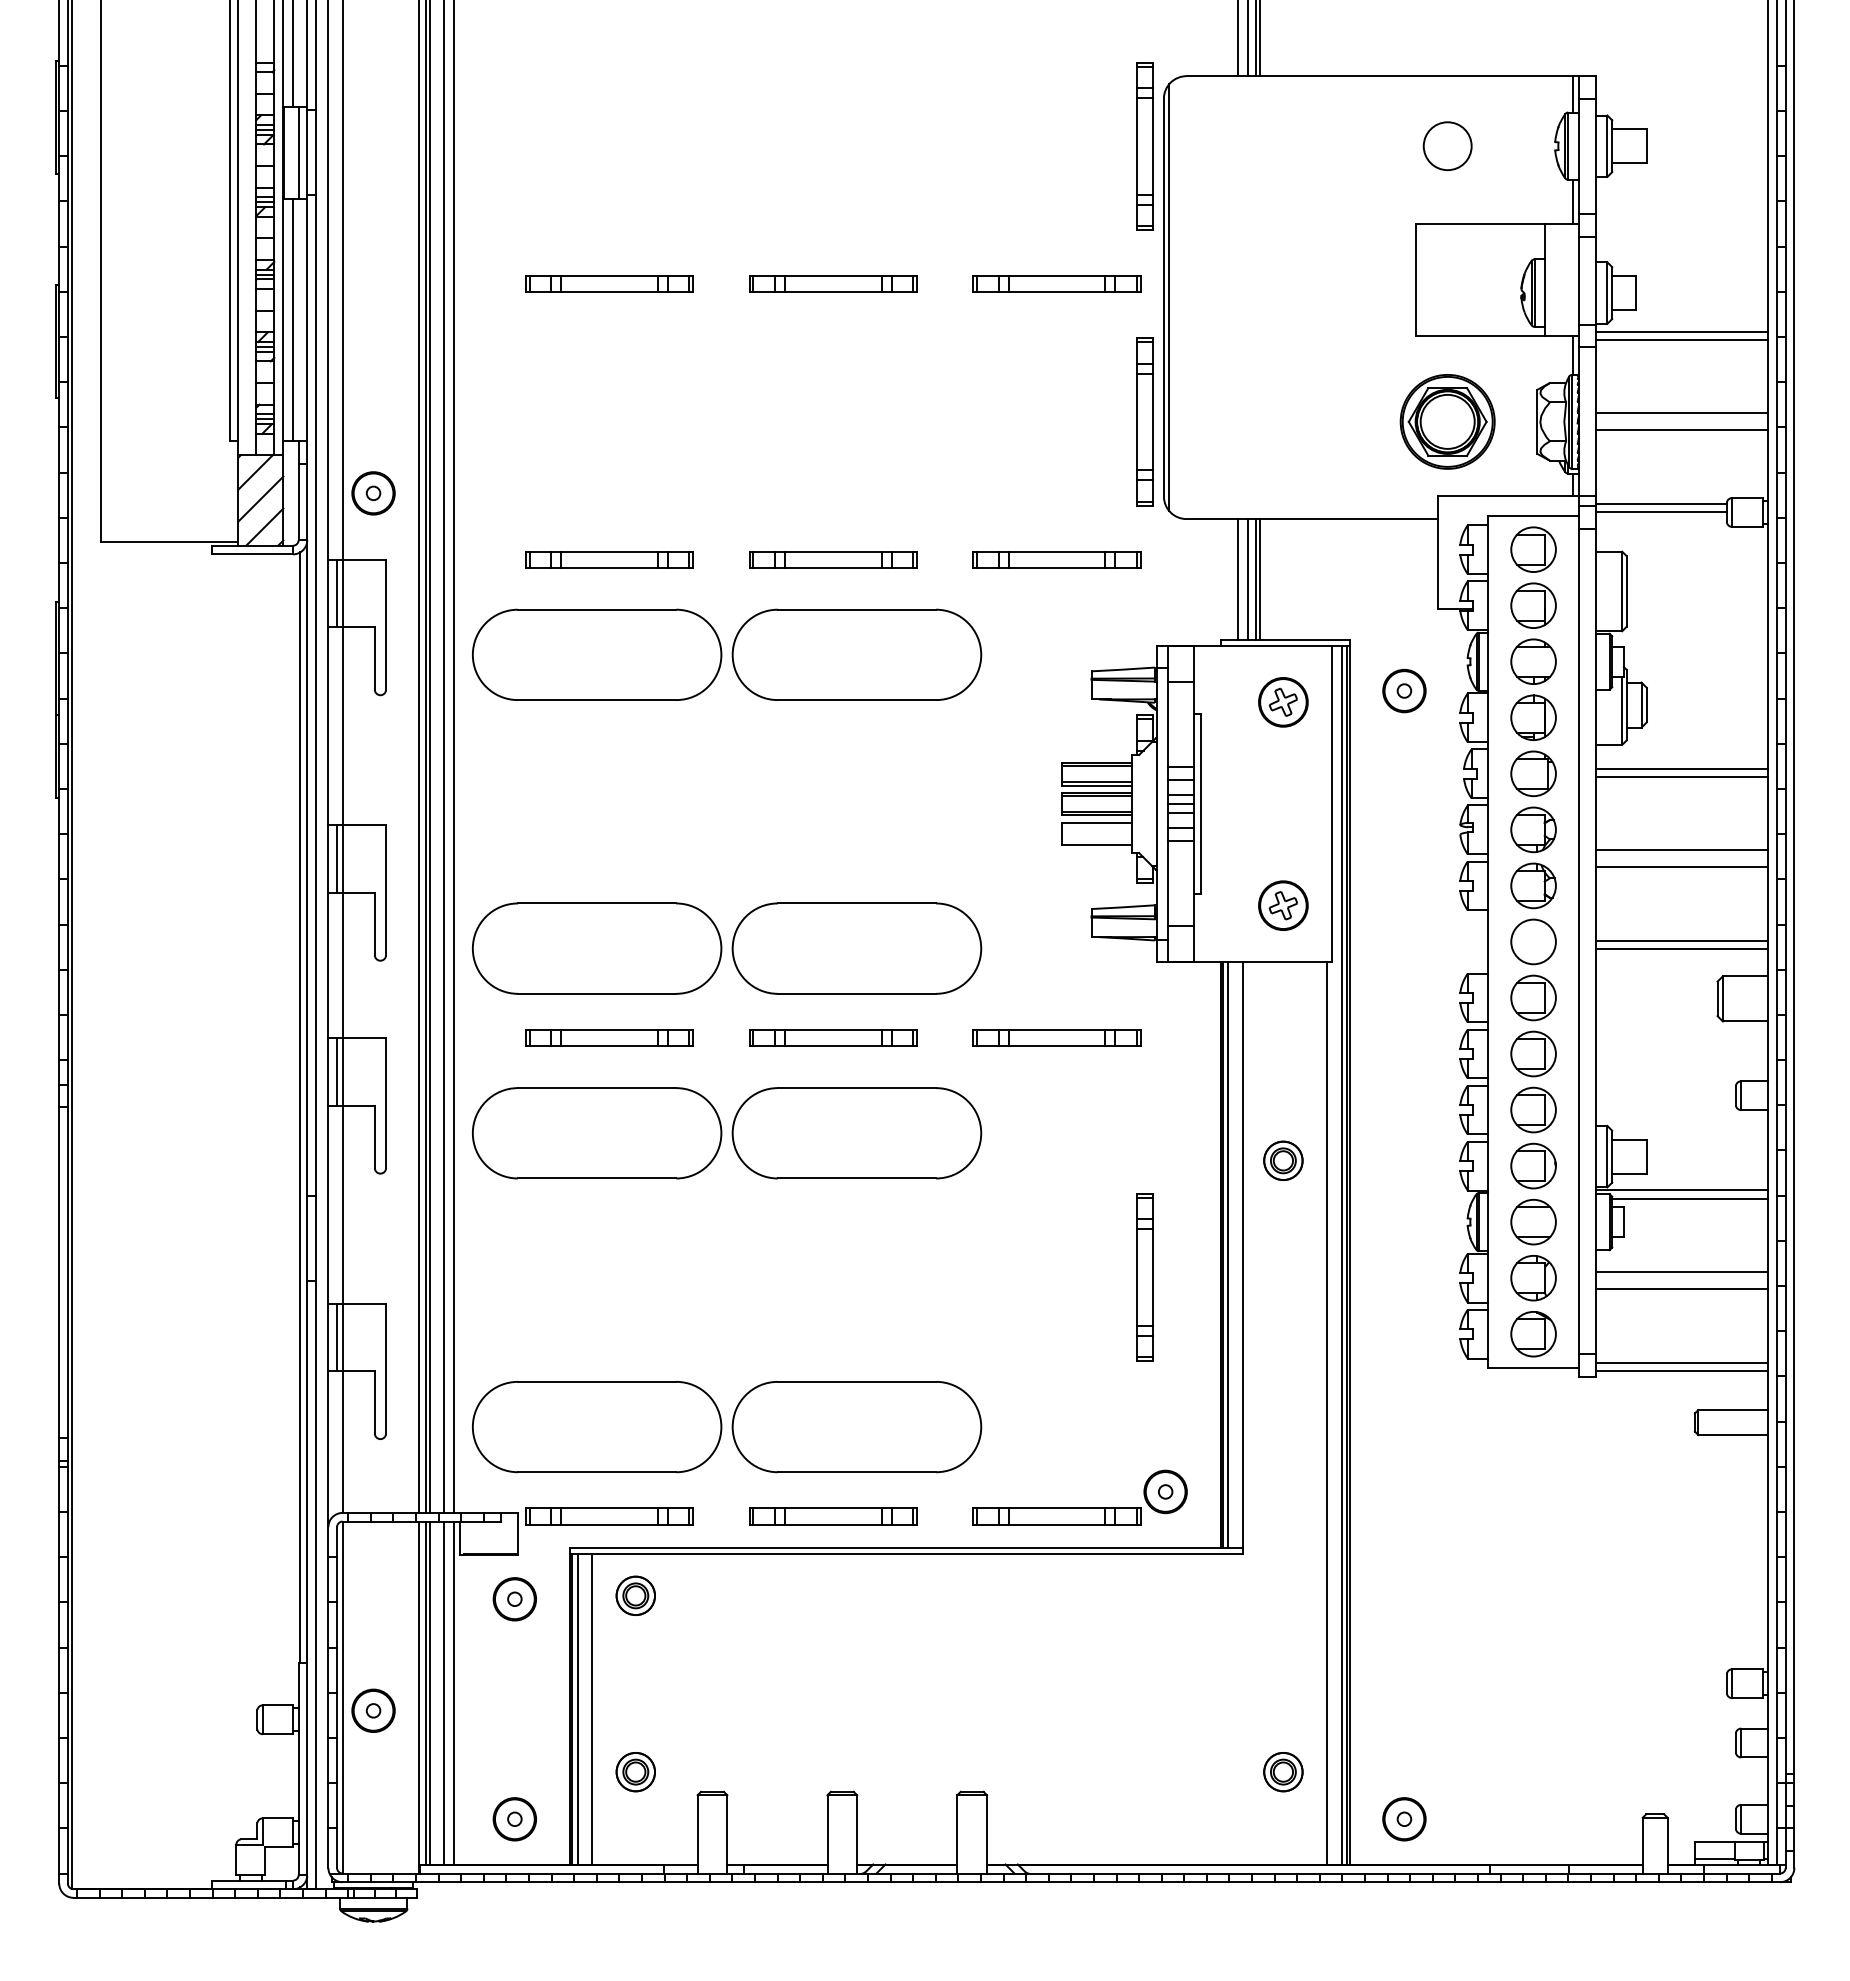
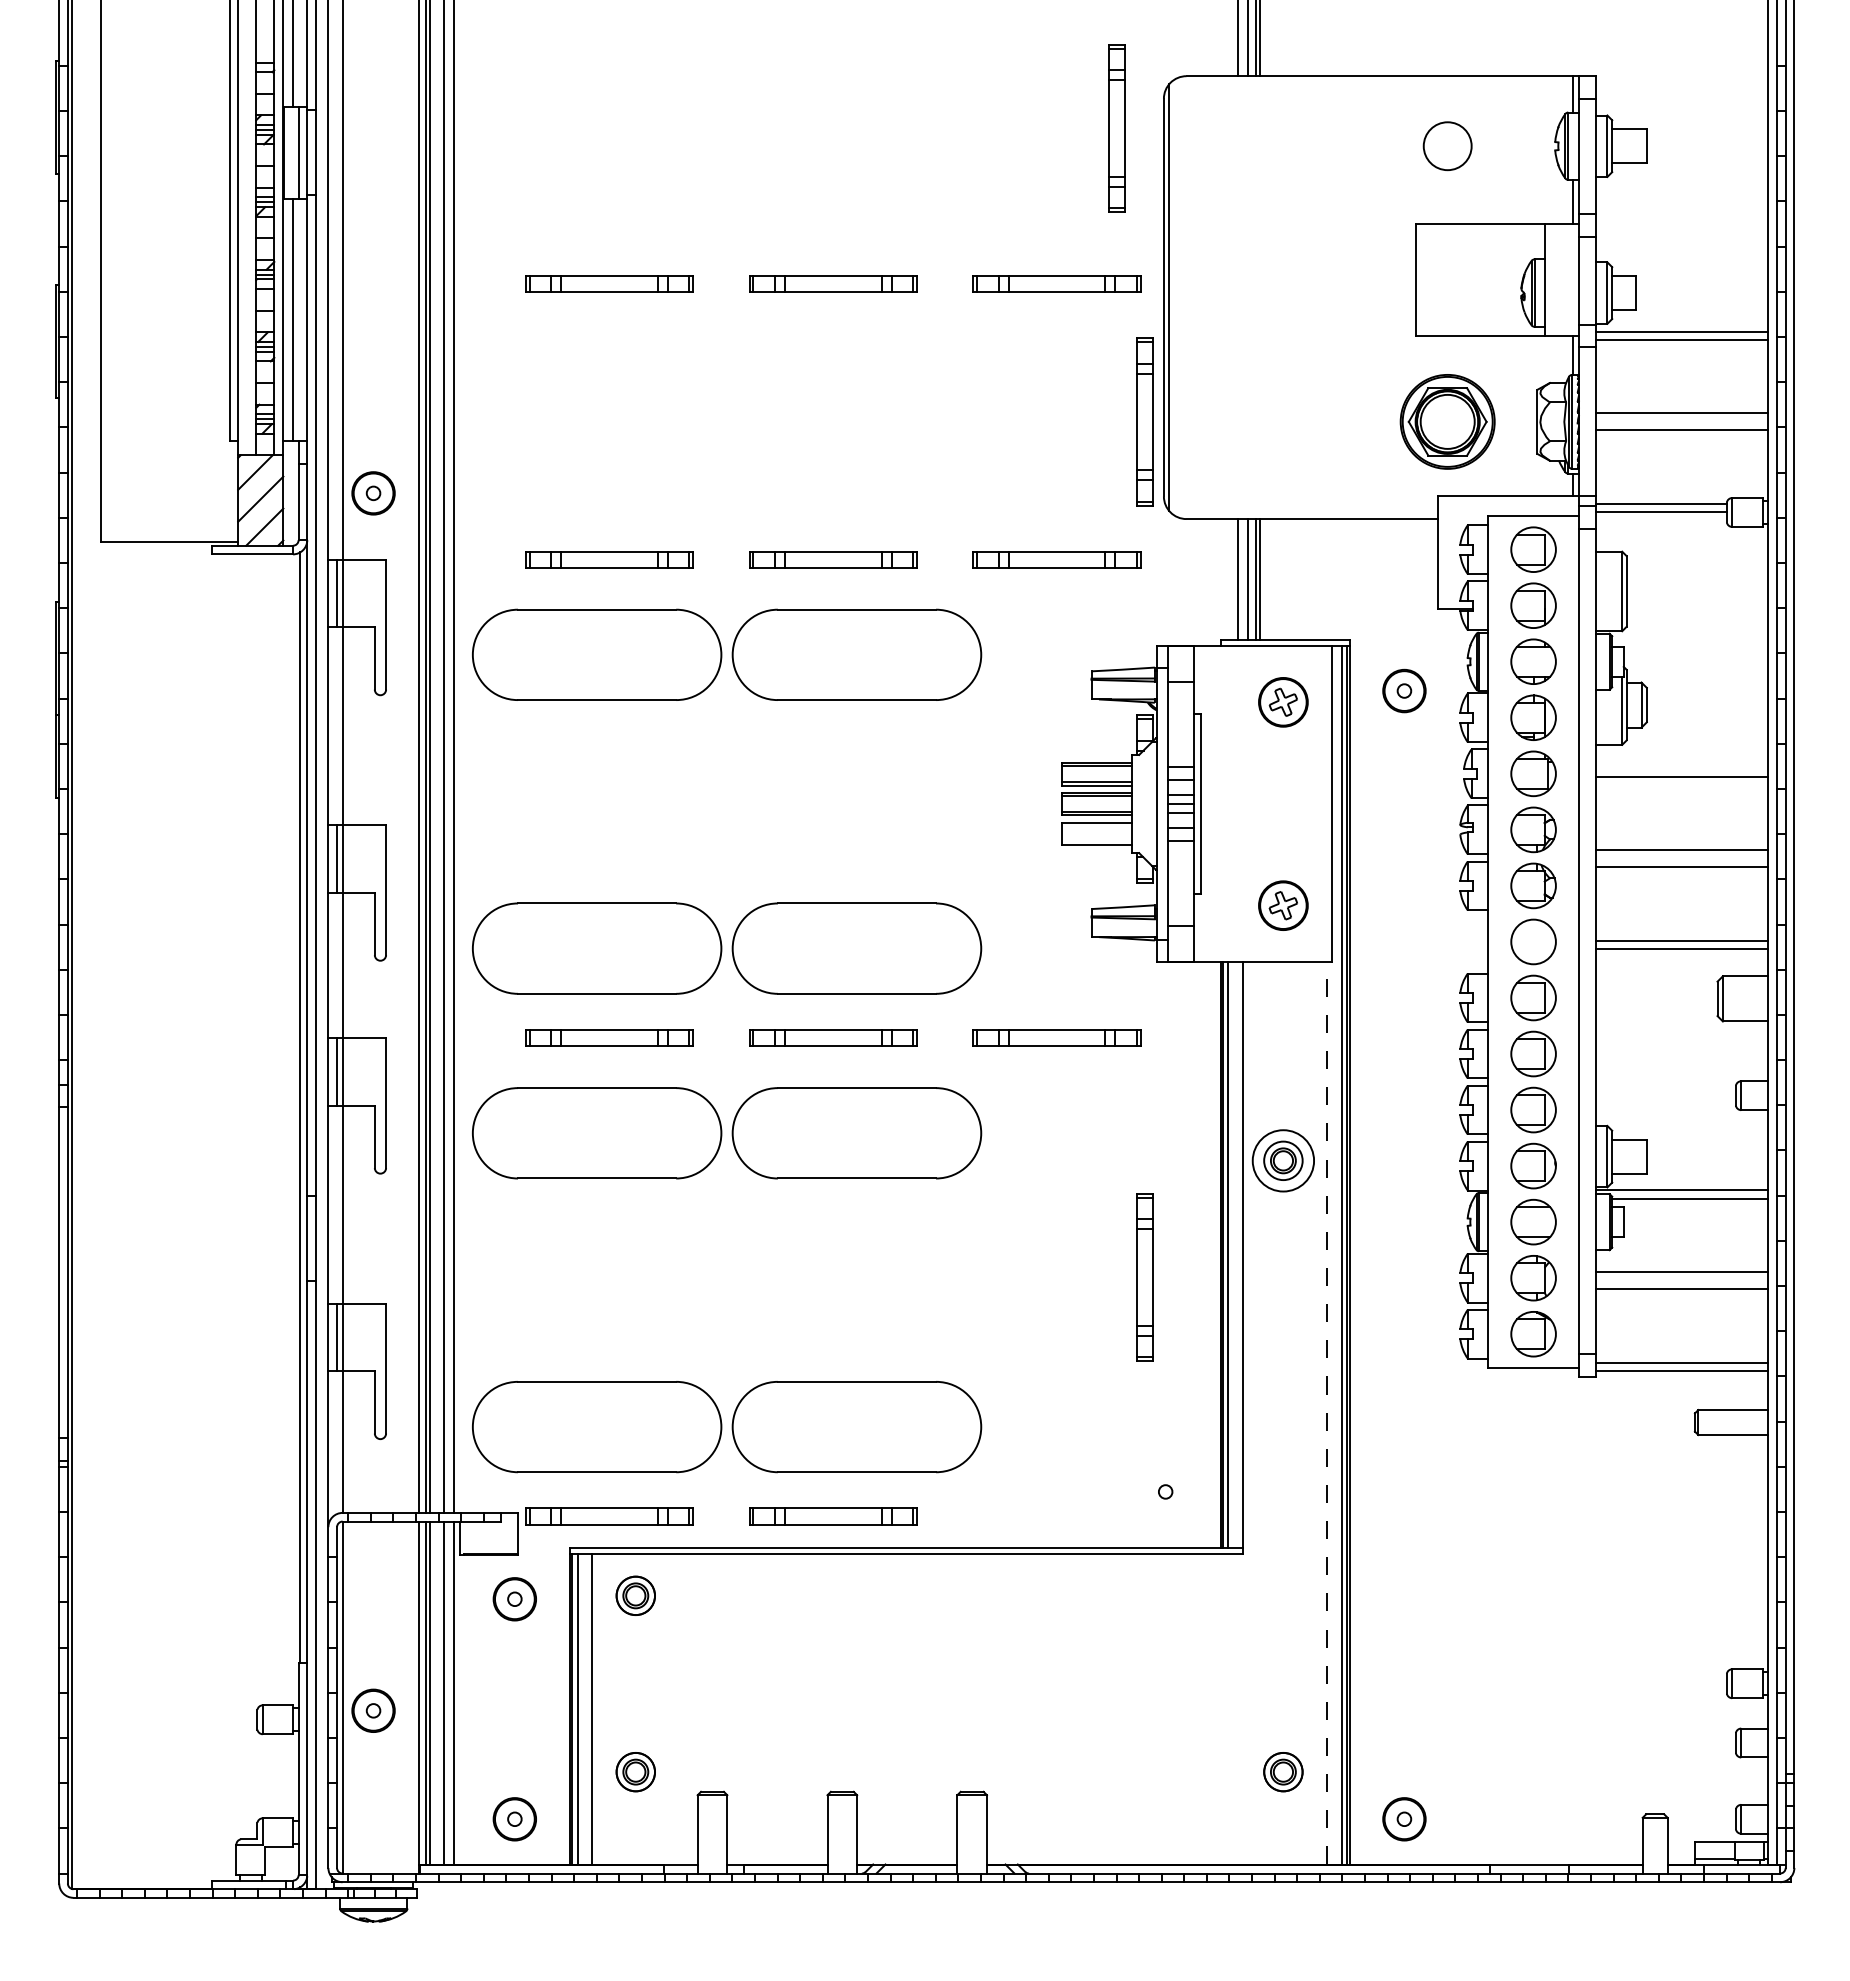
part at (1144, 146) position: (1144, 146) -> (1116, 128)
line at (1681, 768): present -> none
circle at (1283, 1160) diameter: 38 px -> 61 px
line at (1327, 1412): solid -> dashed
part at (1079, 1507): present -> none
